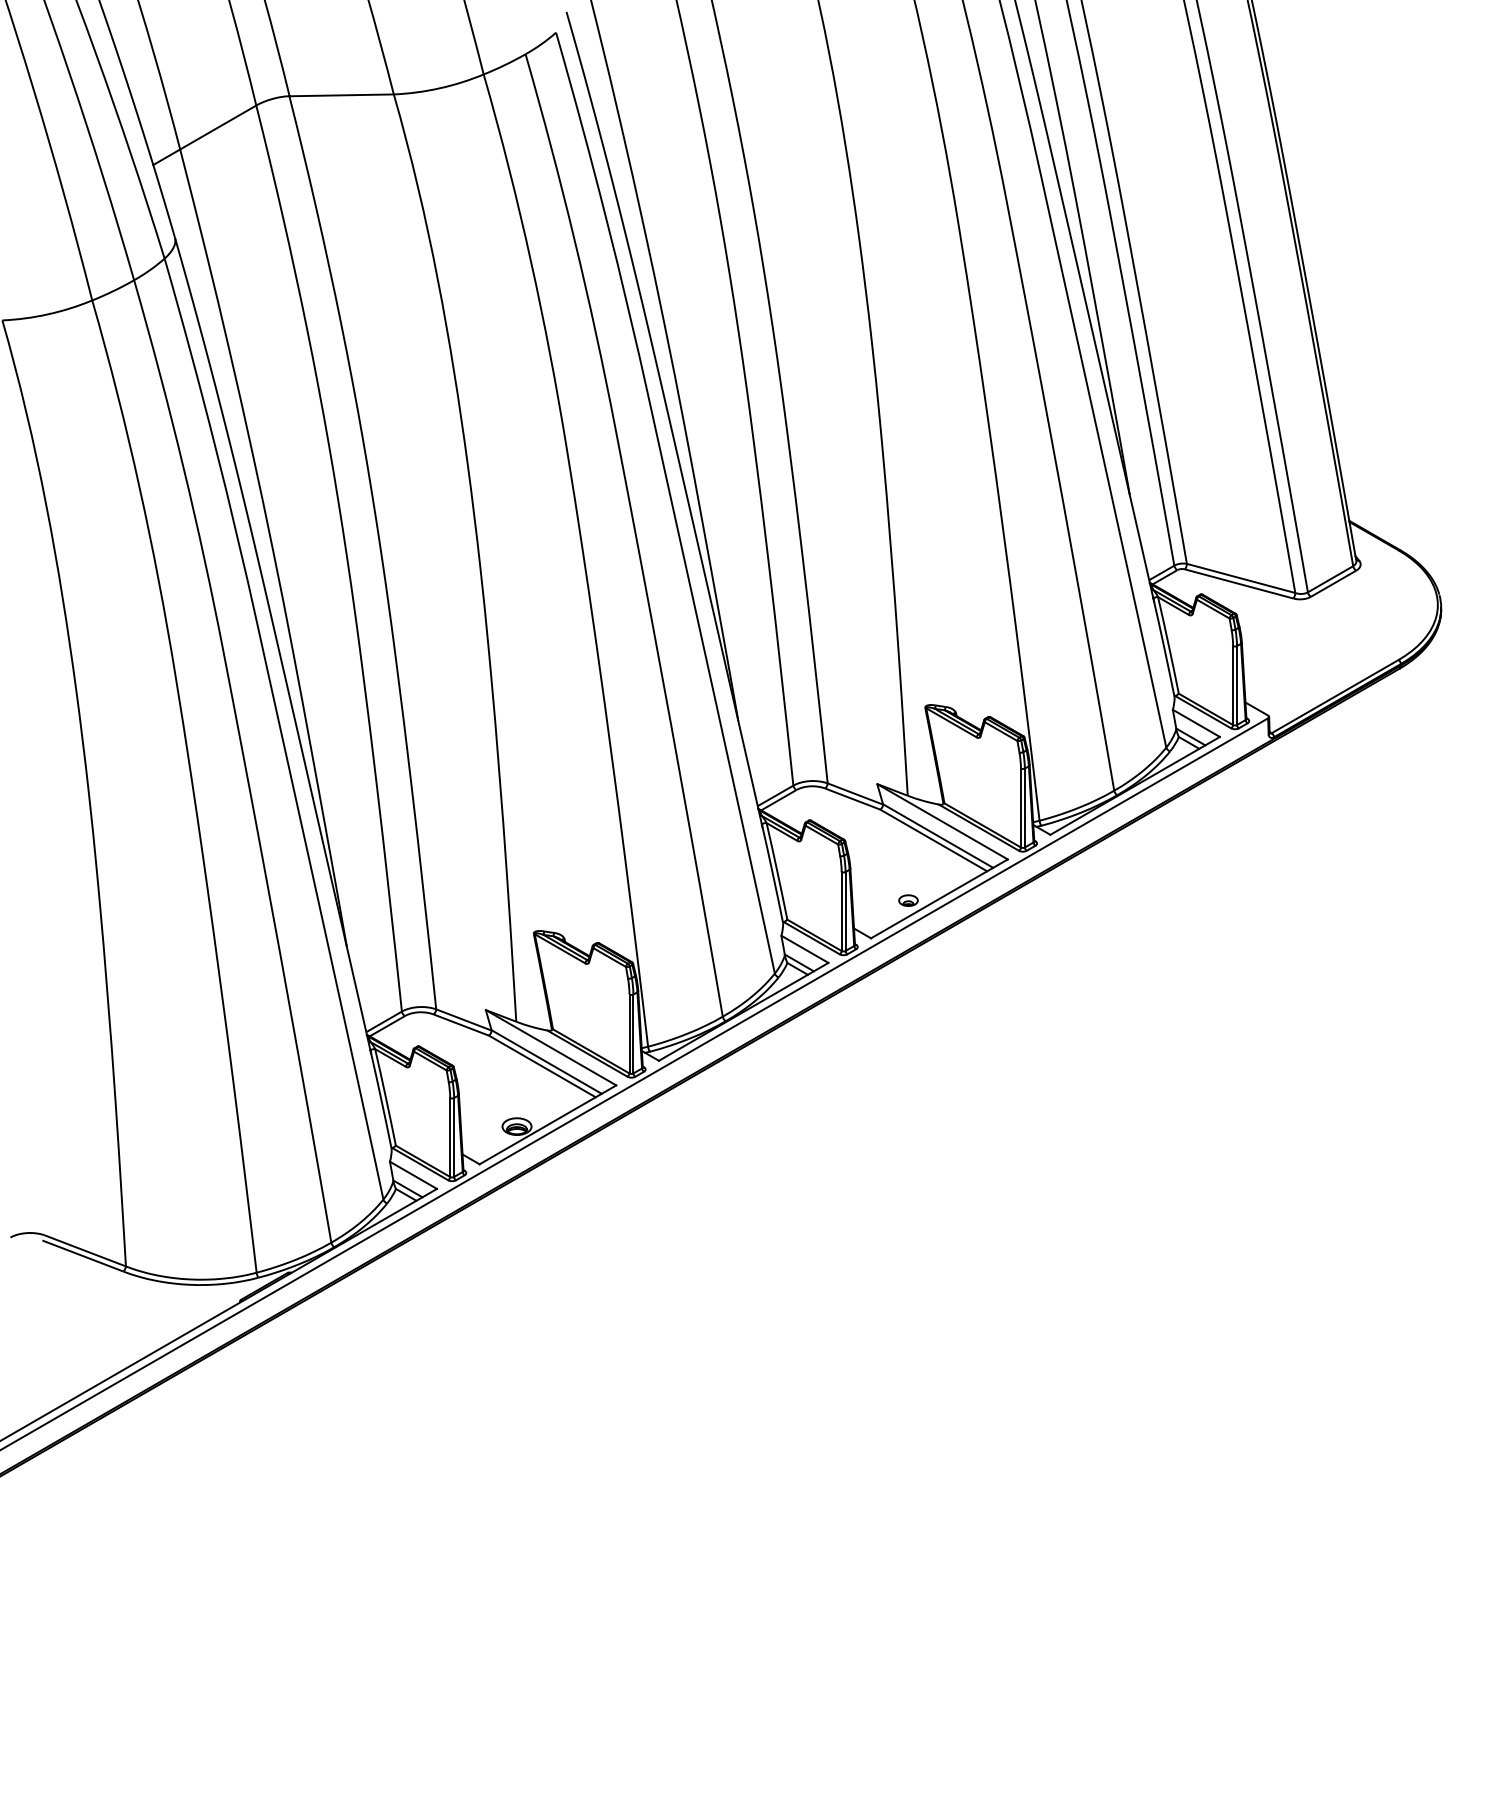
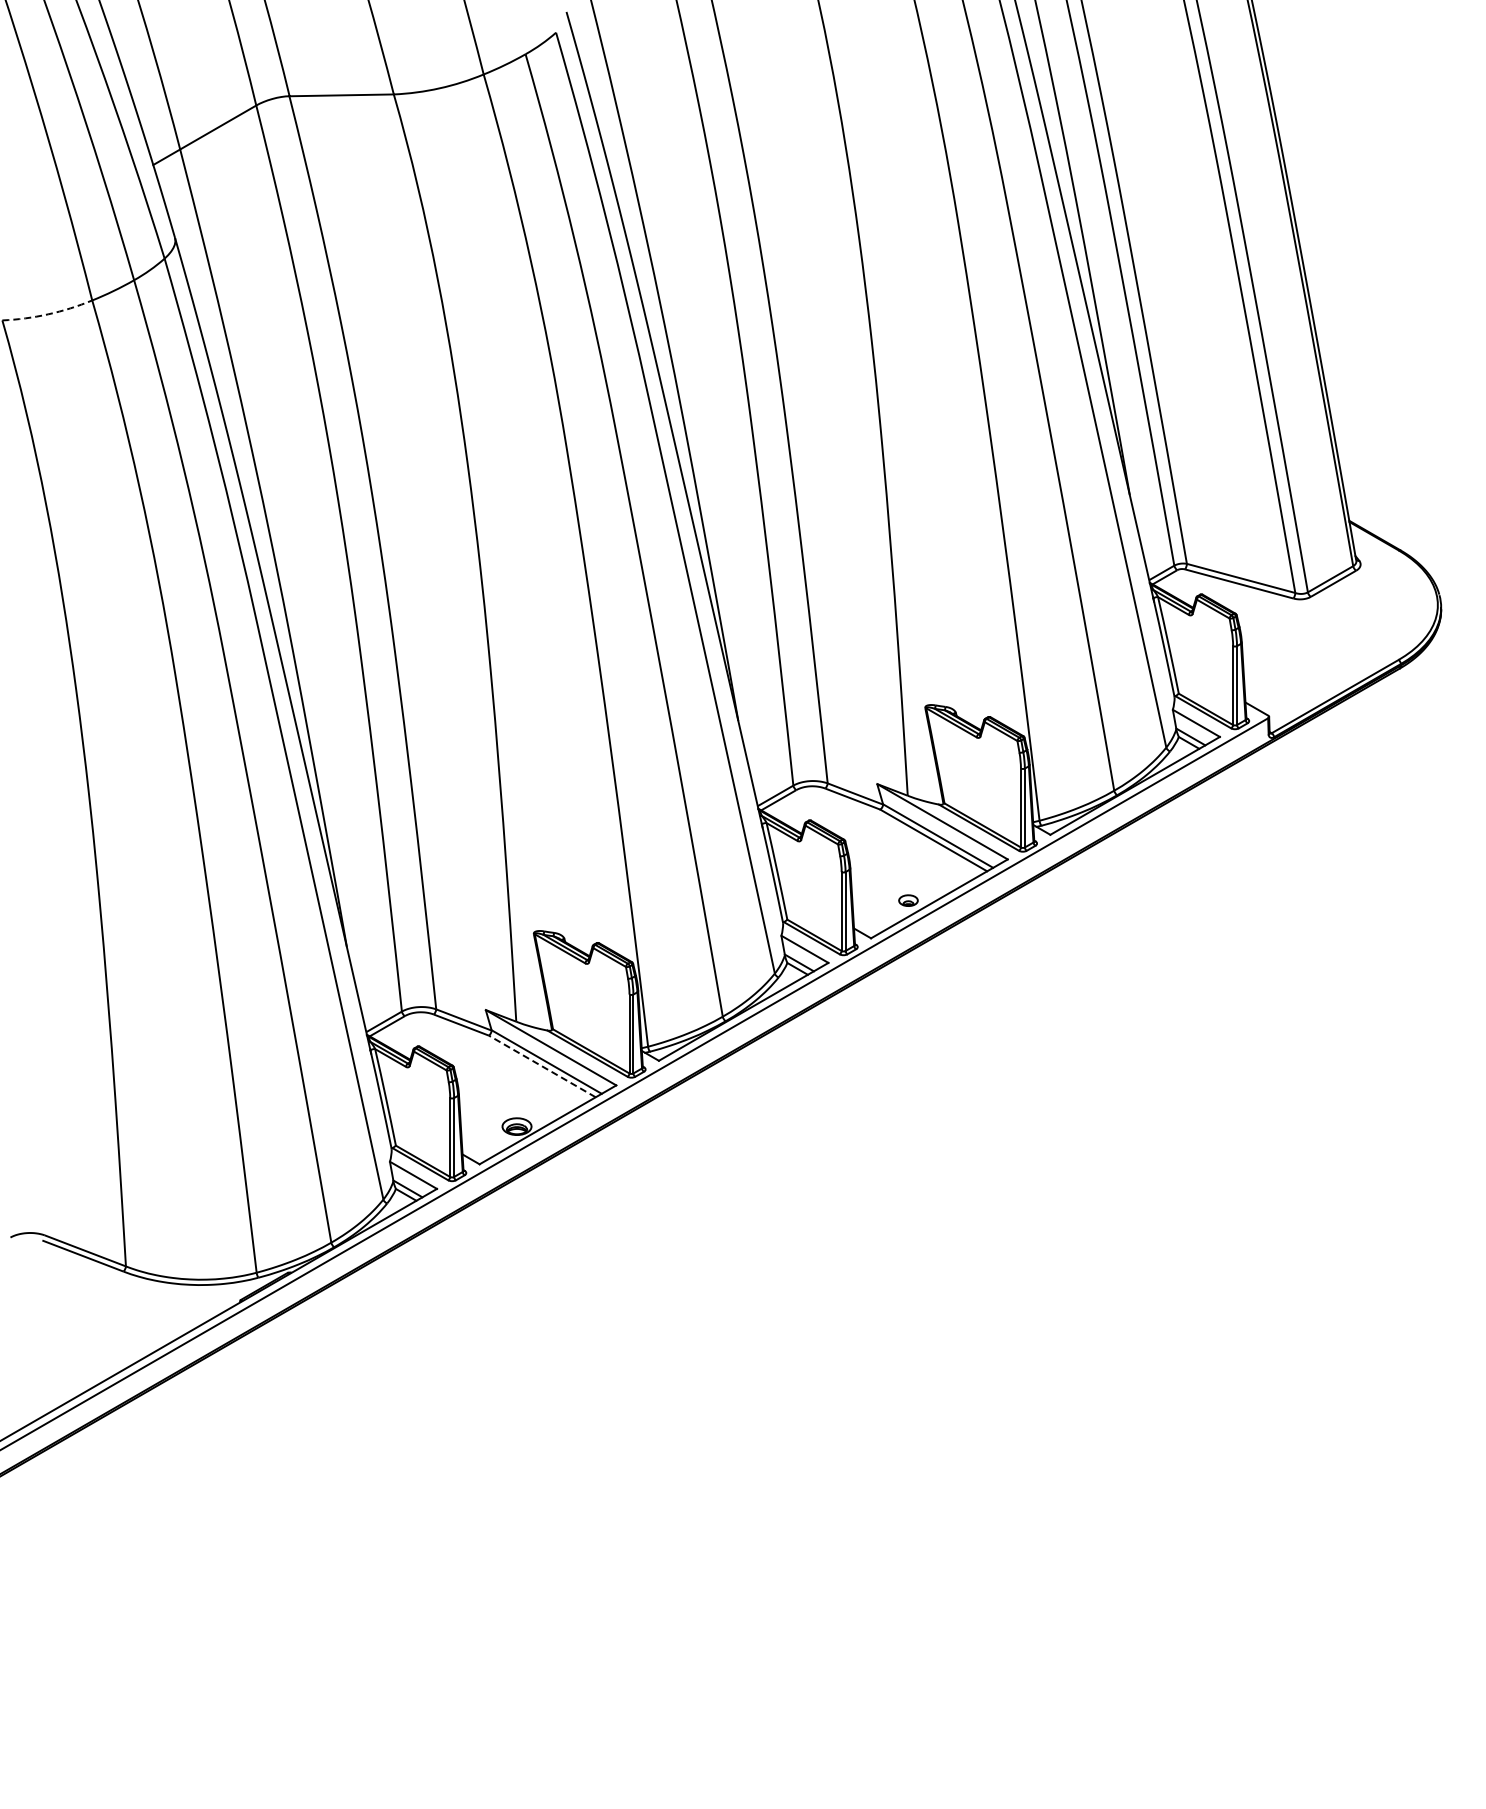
arc at (48, 314): solid -> dashed
line at (542, 1066): solid -> dashed
